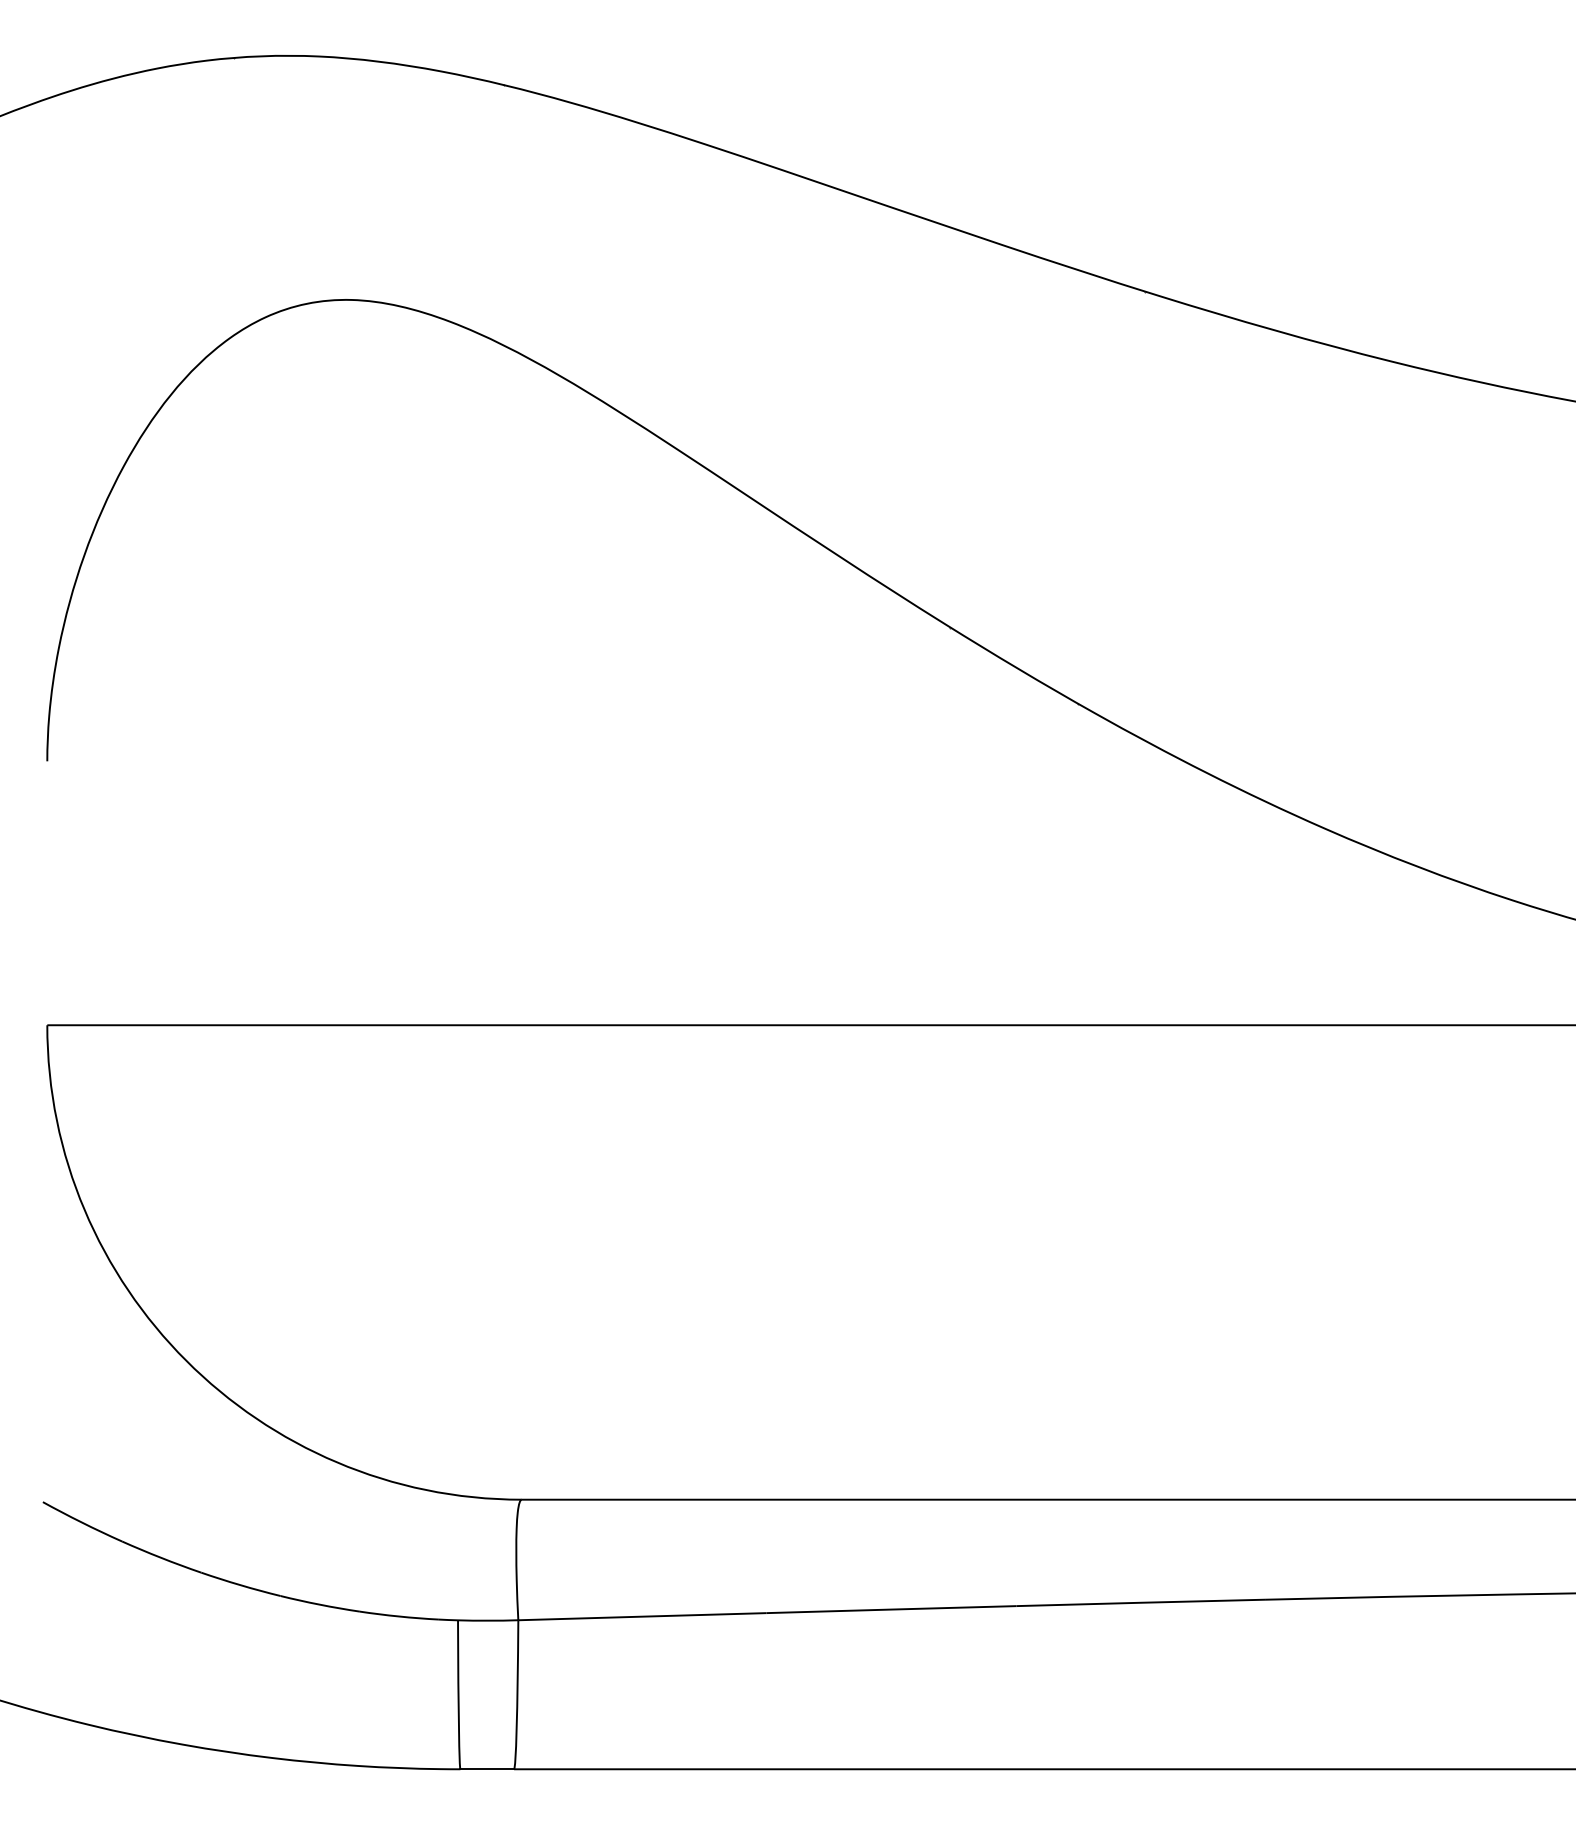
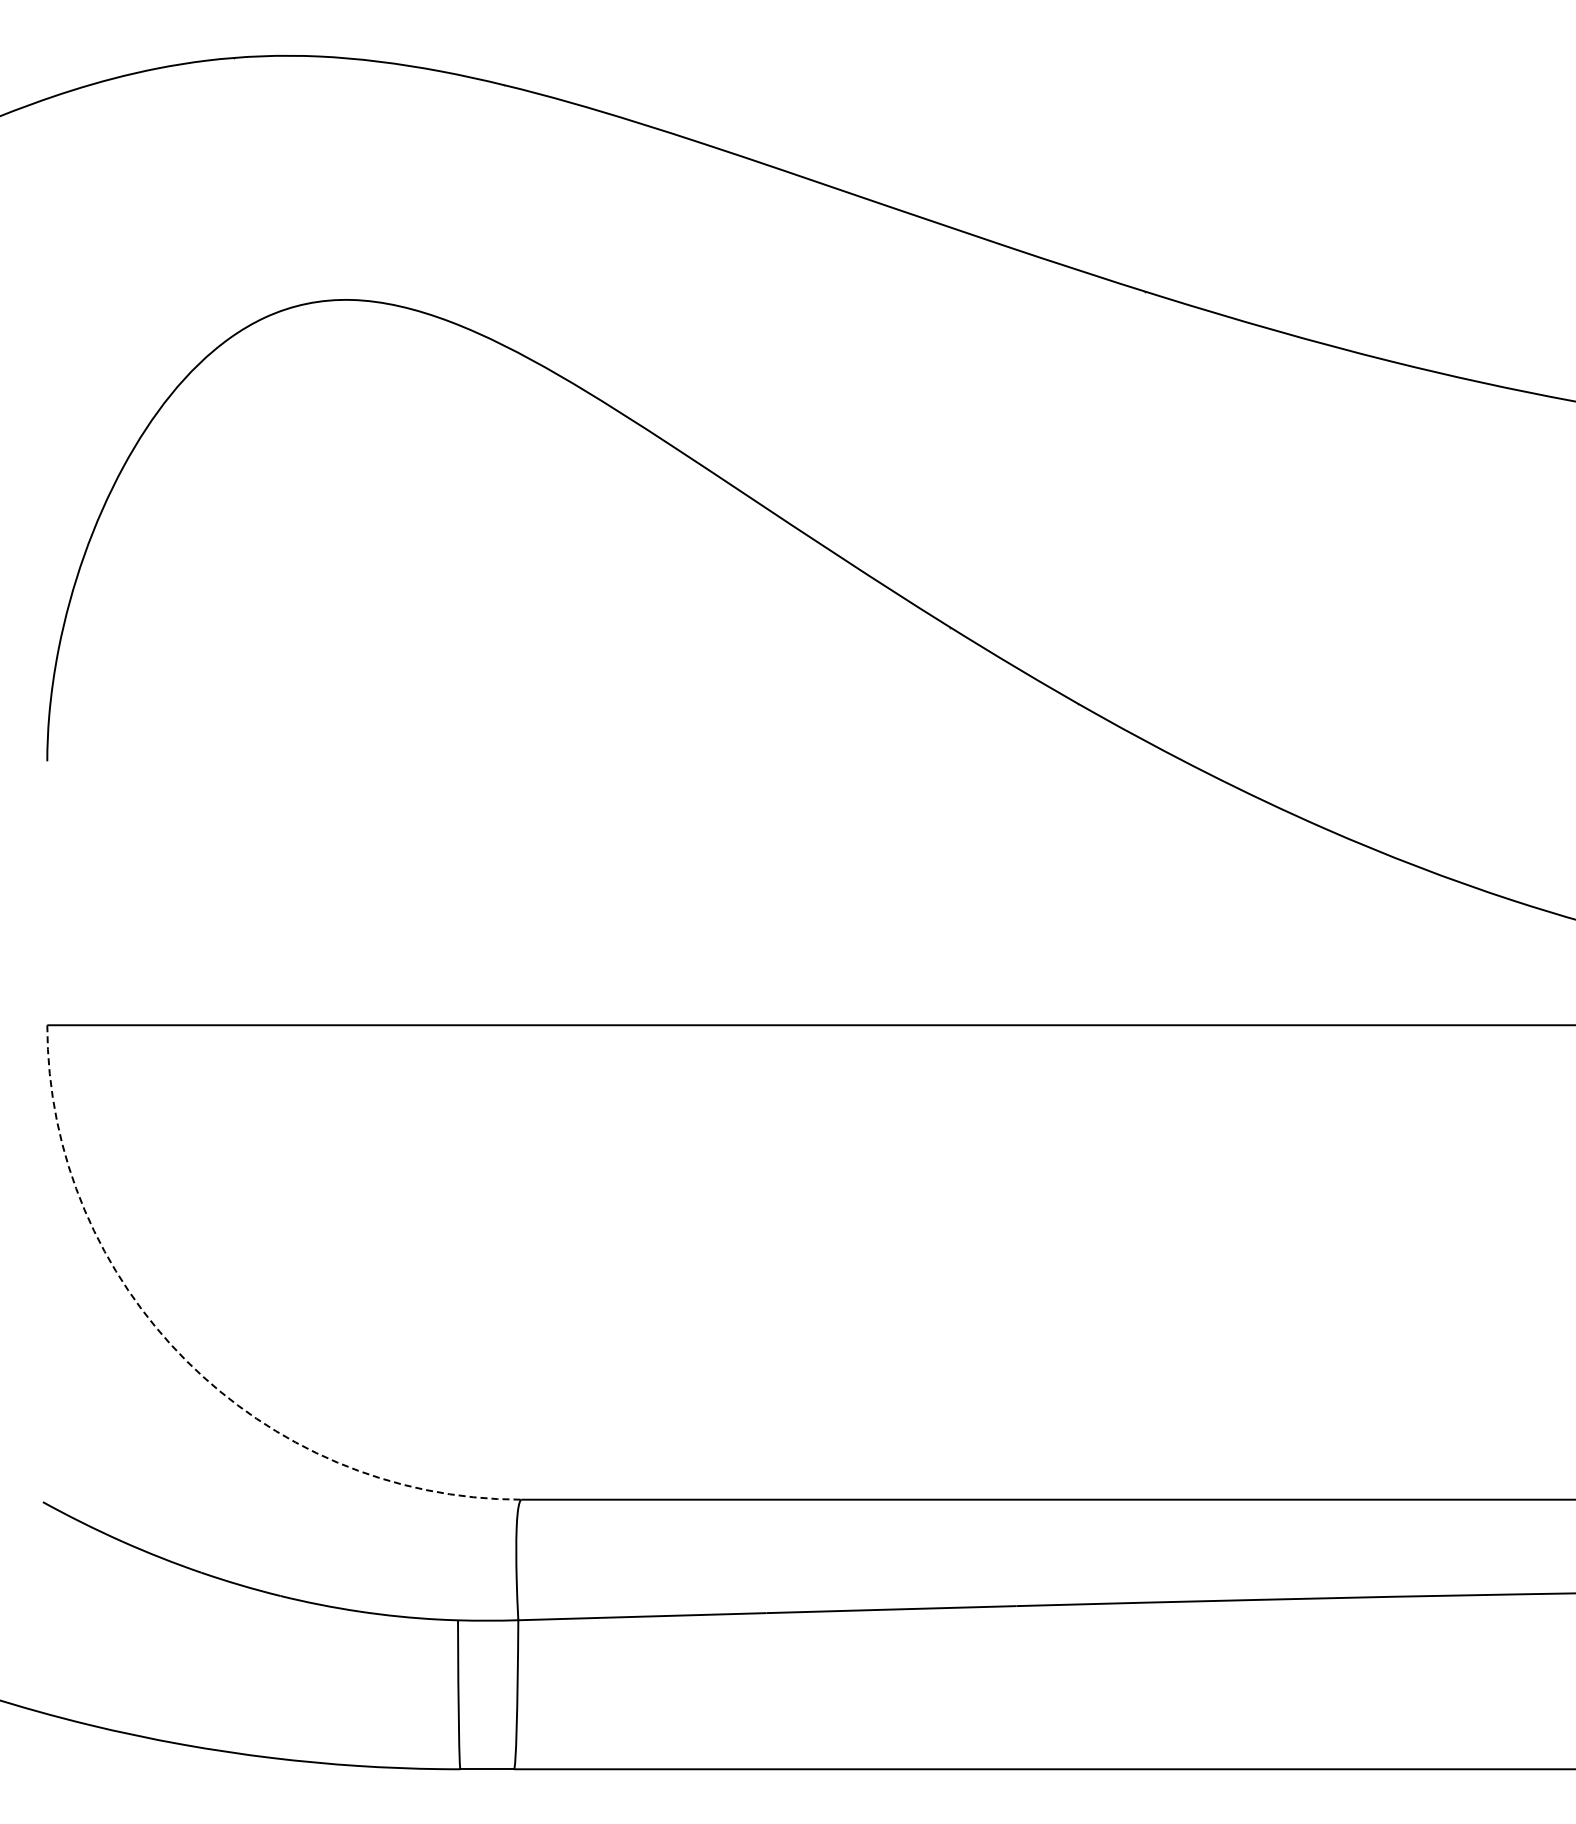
arc at (186, 1360): solid -> dashed
